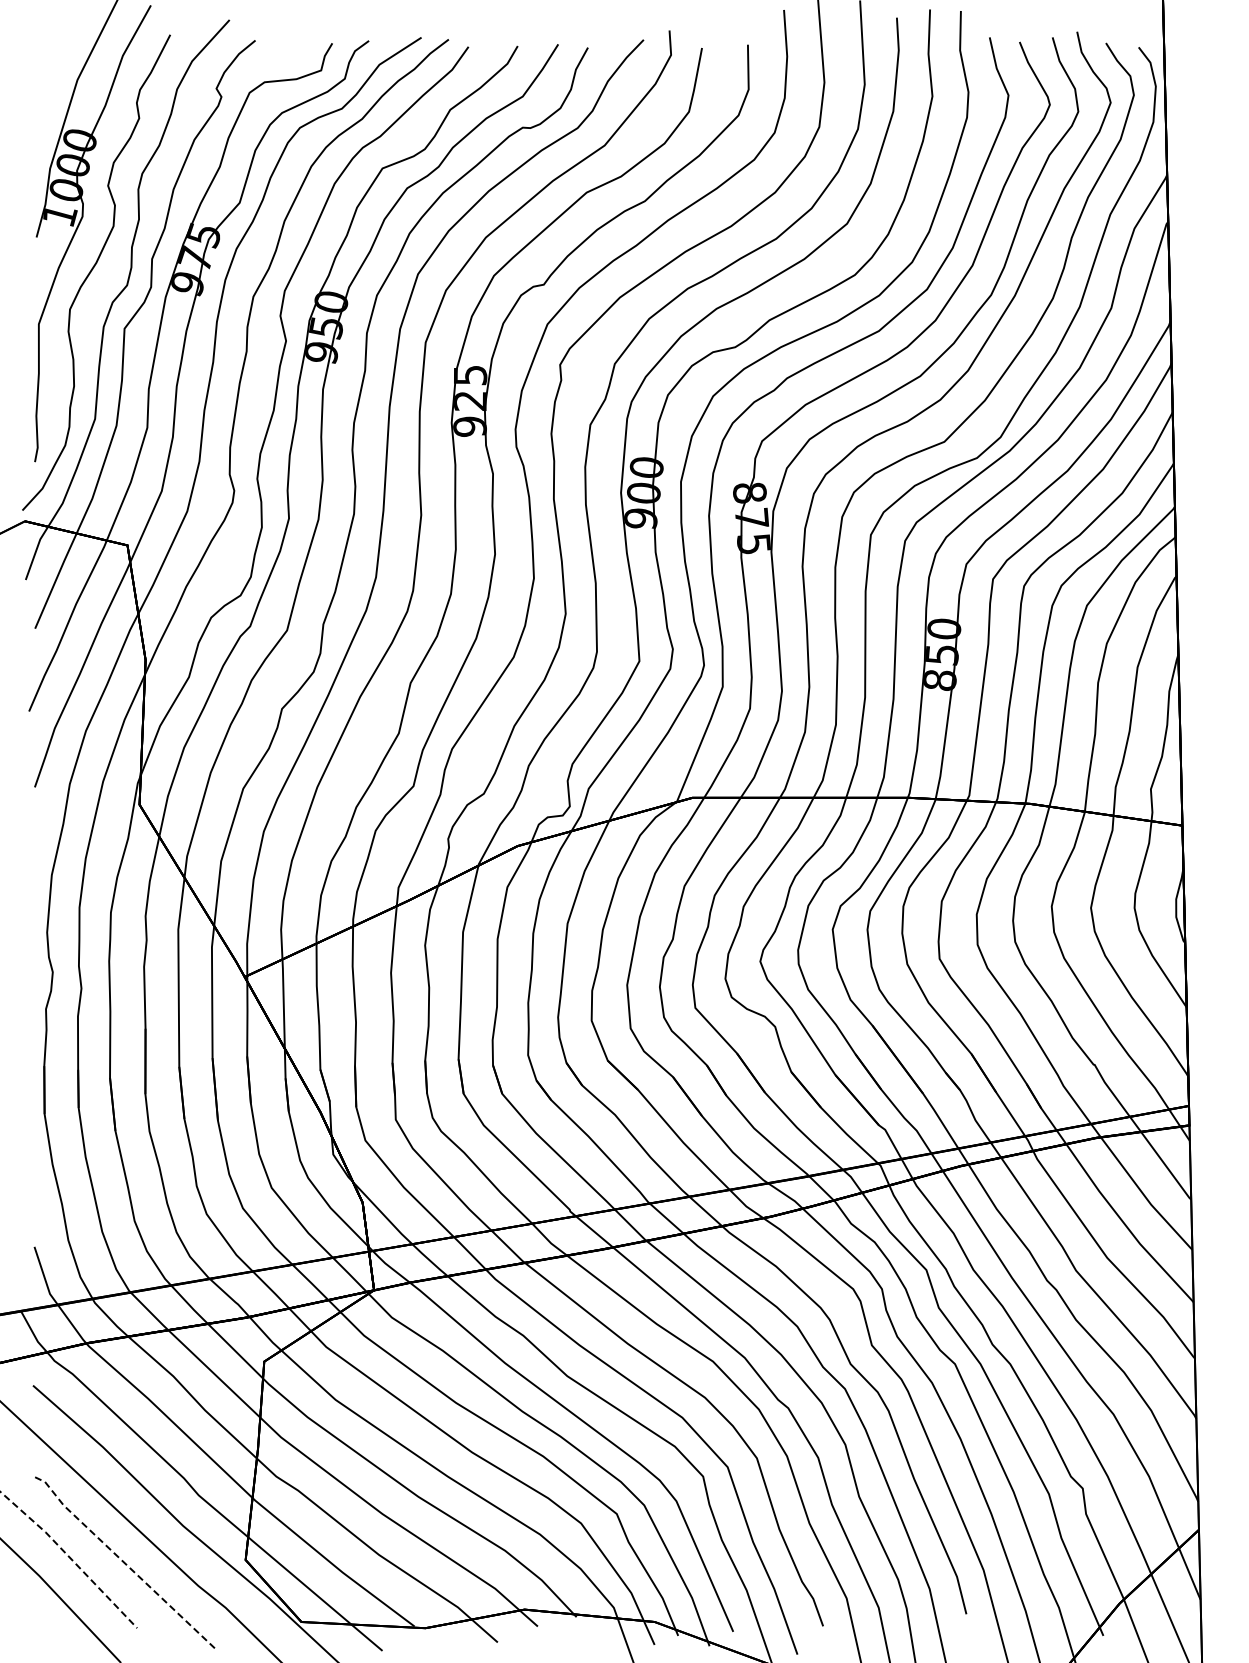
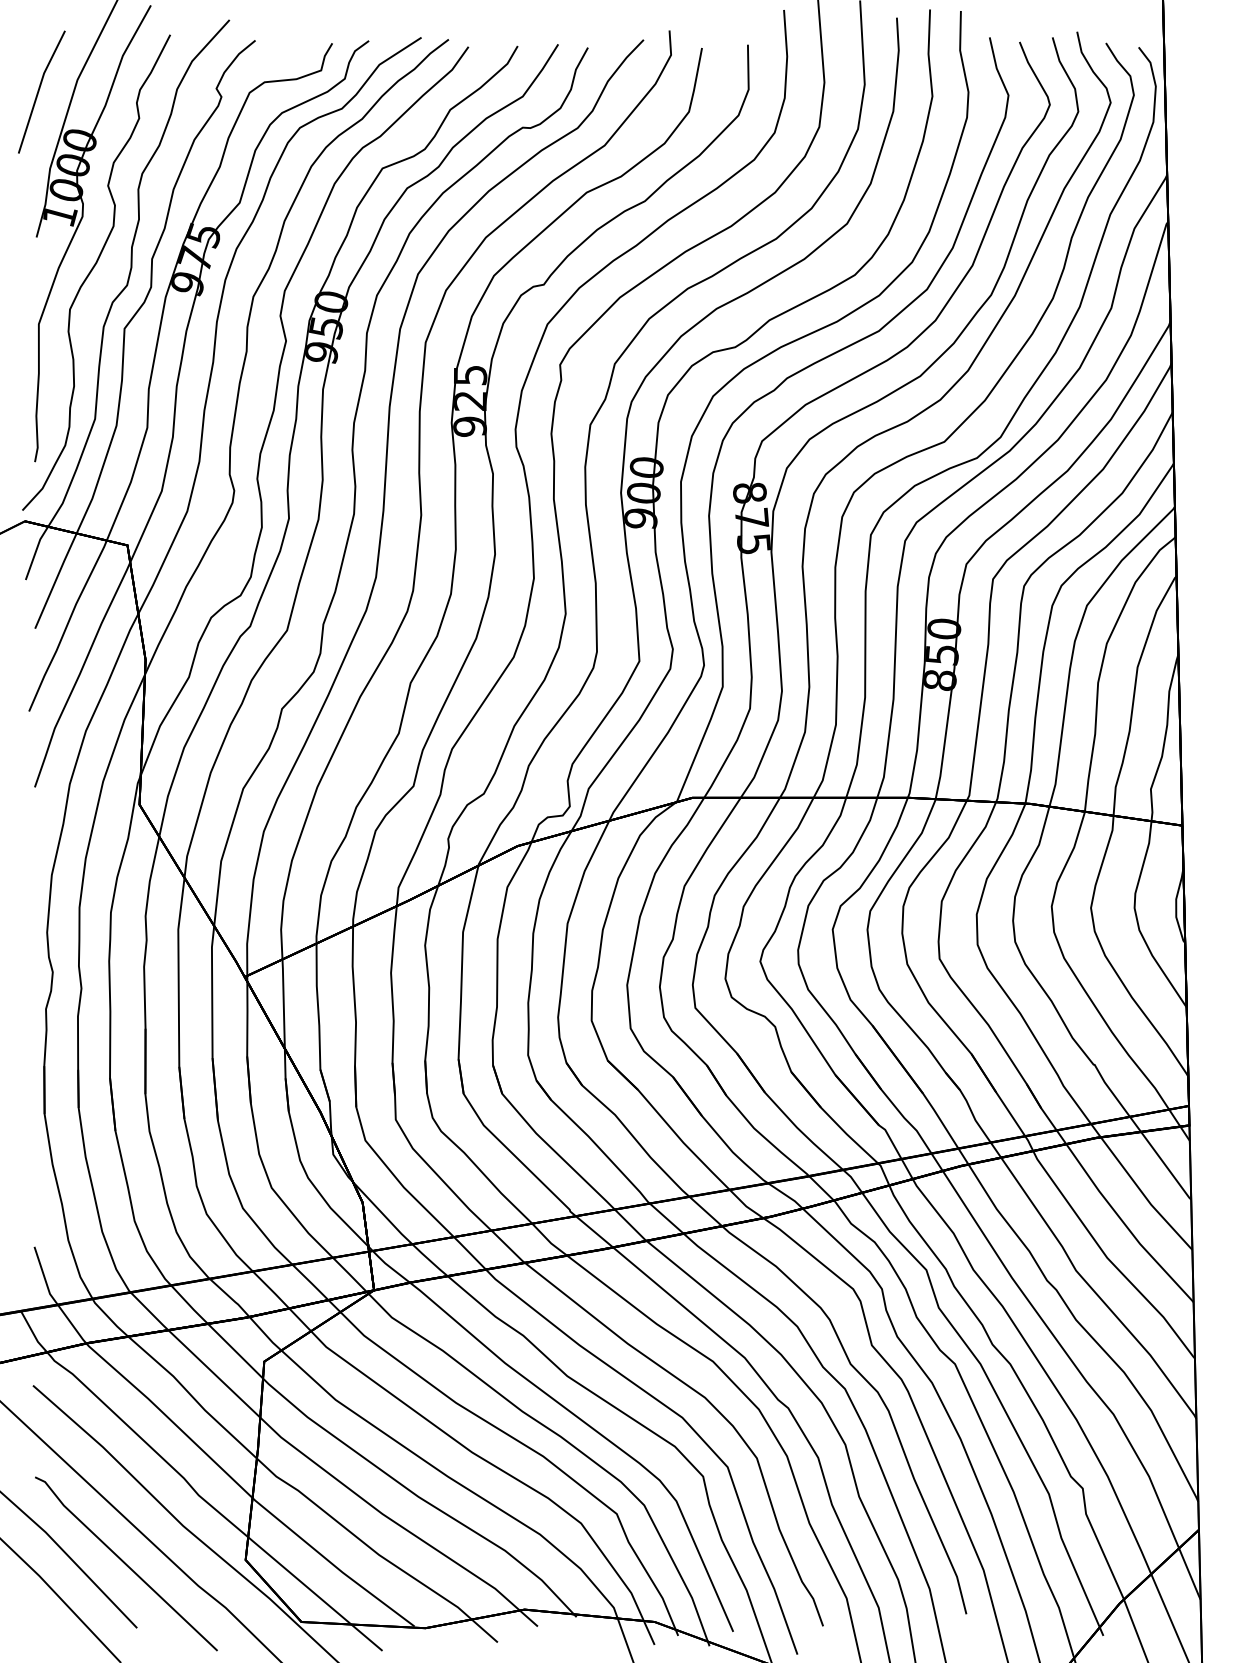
line at (39, 91): none -> present
line at (70, 1558): dashed -> solid
line at (124, 1563): dashed -> solid
